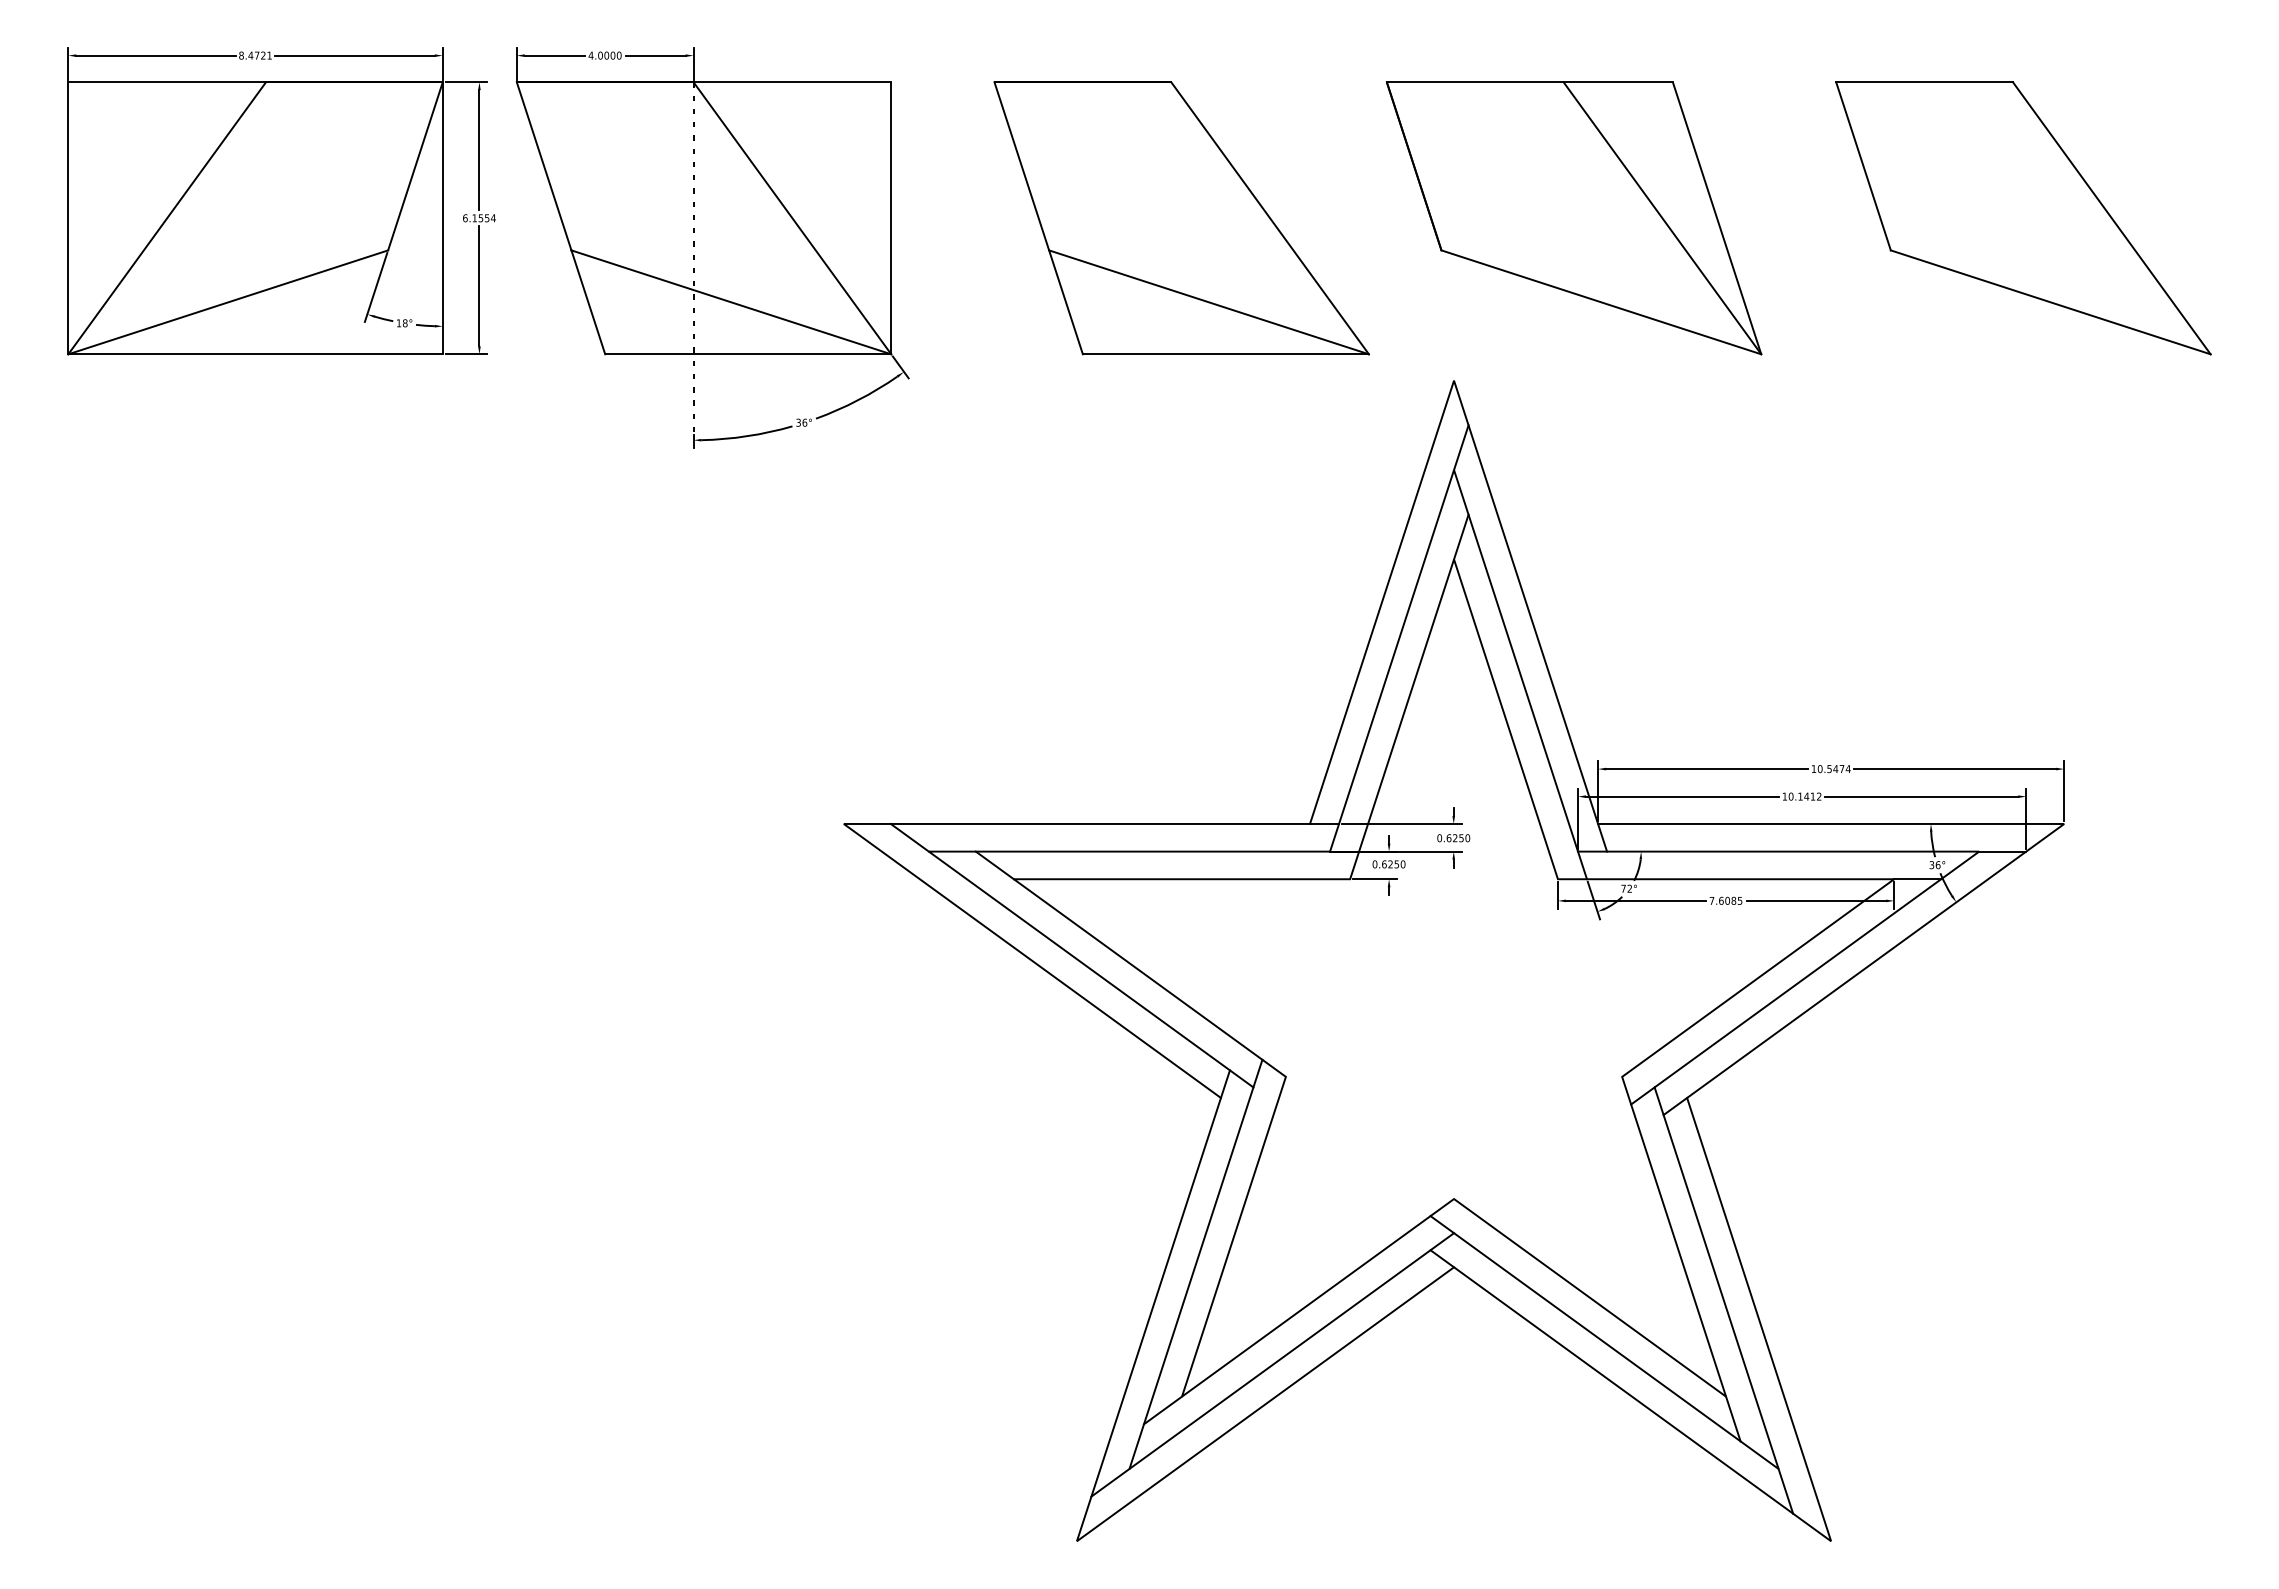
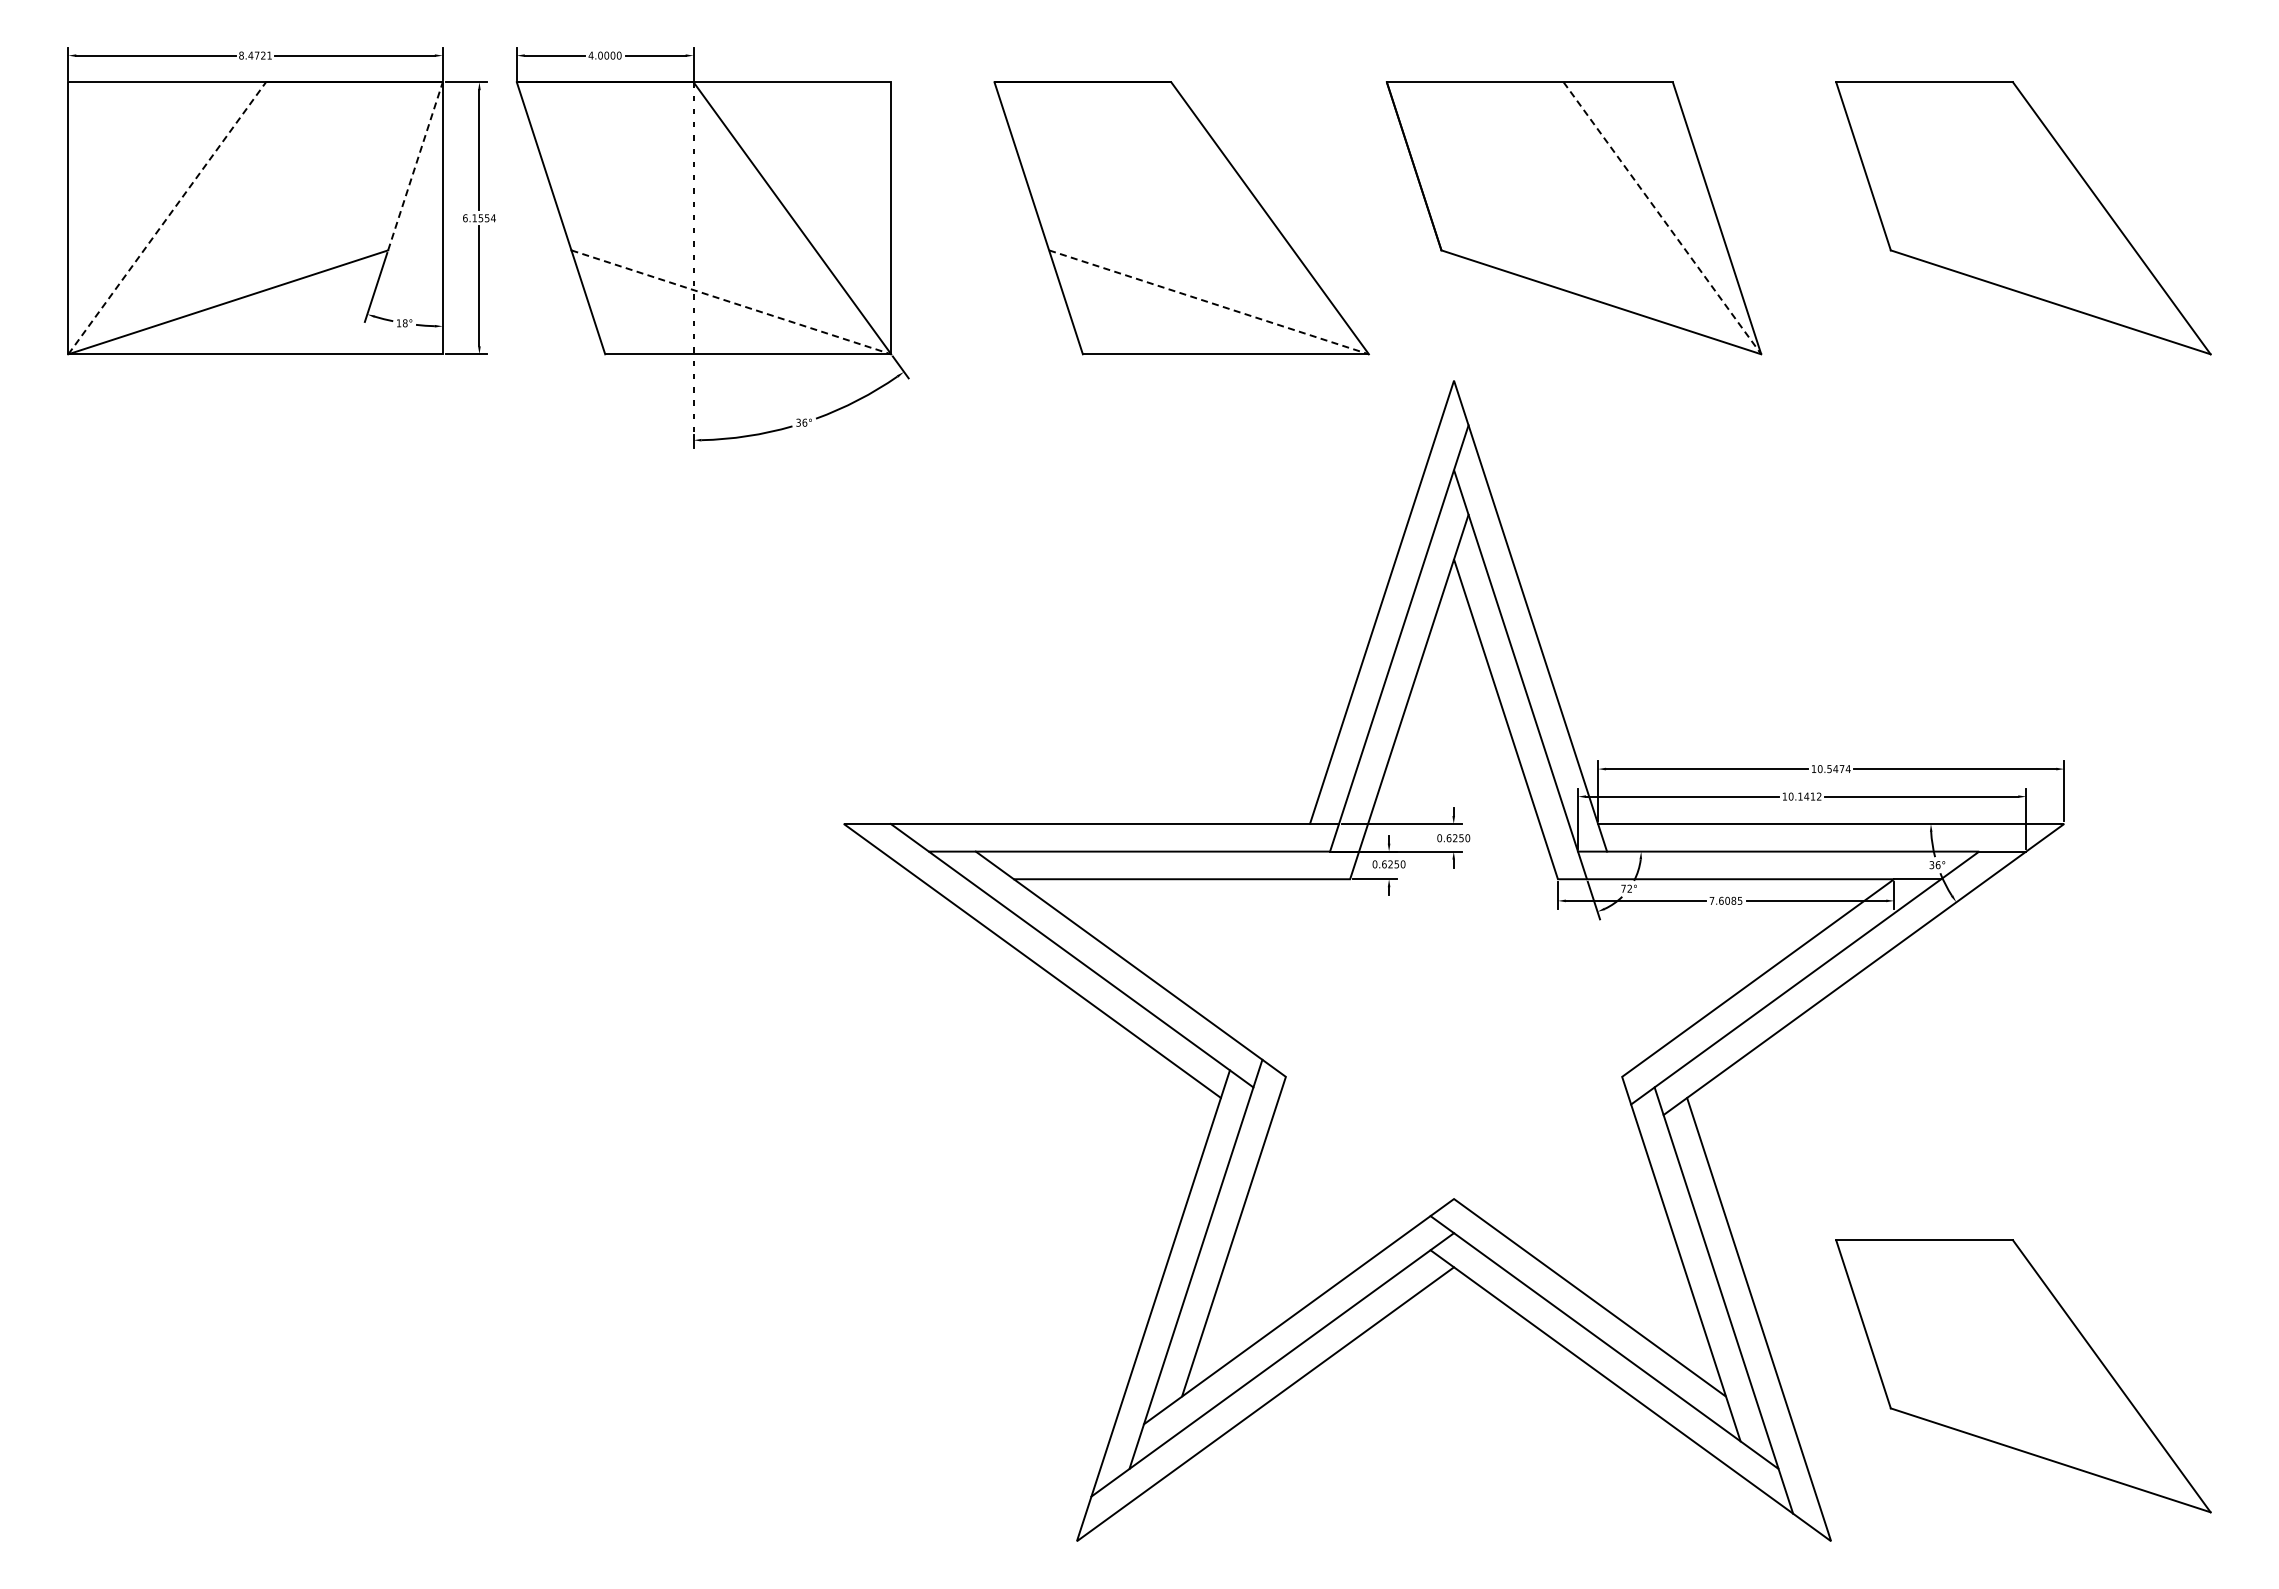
line at (415, 165): solid -> dashed
line at (167, 217): solid -> dashed
line at (1662, 218): solid -> dashed
line at (731, 302): solid -> dashed
line at (1209, 302): solid -> dashed
part at (2023, 1376): none -> present
